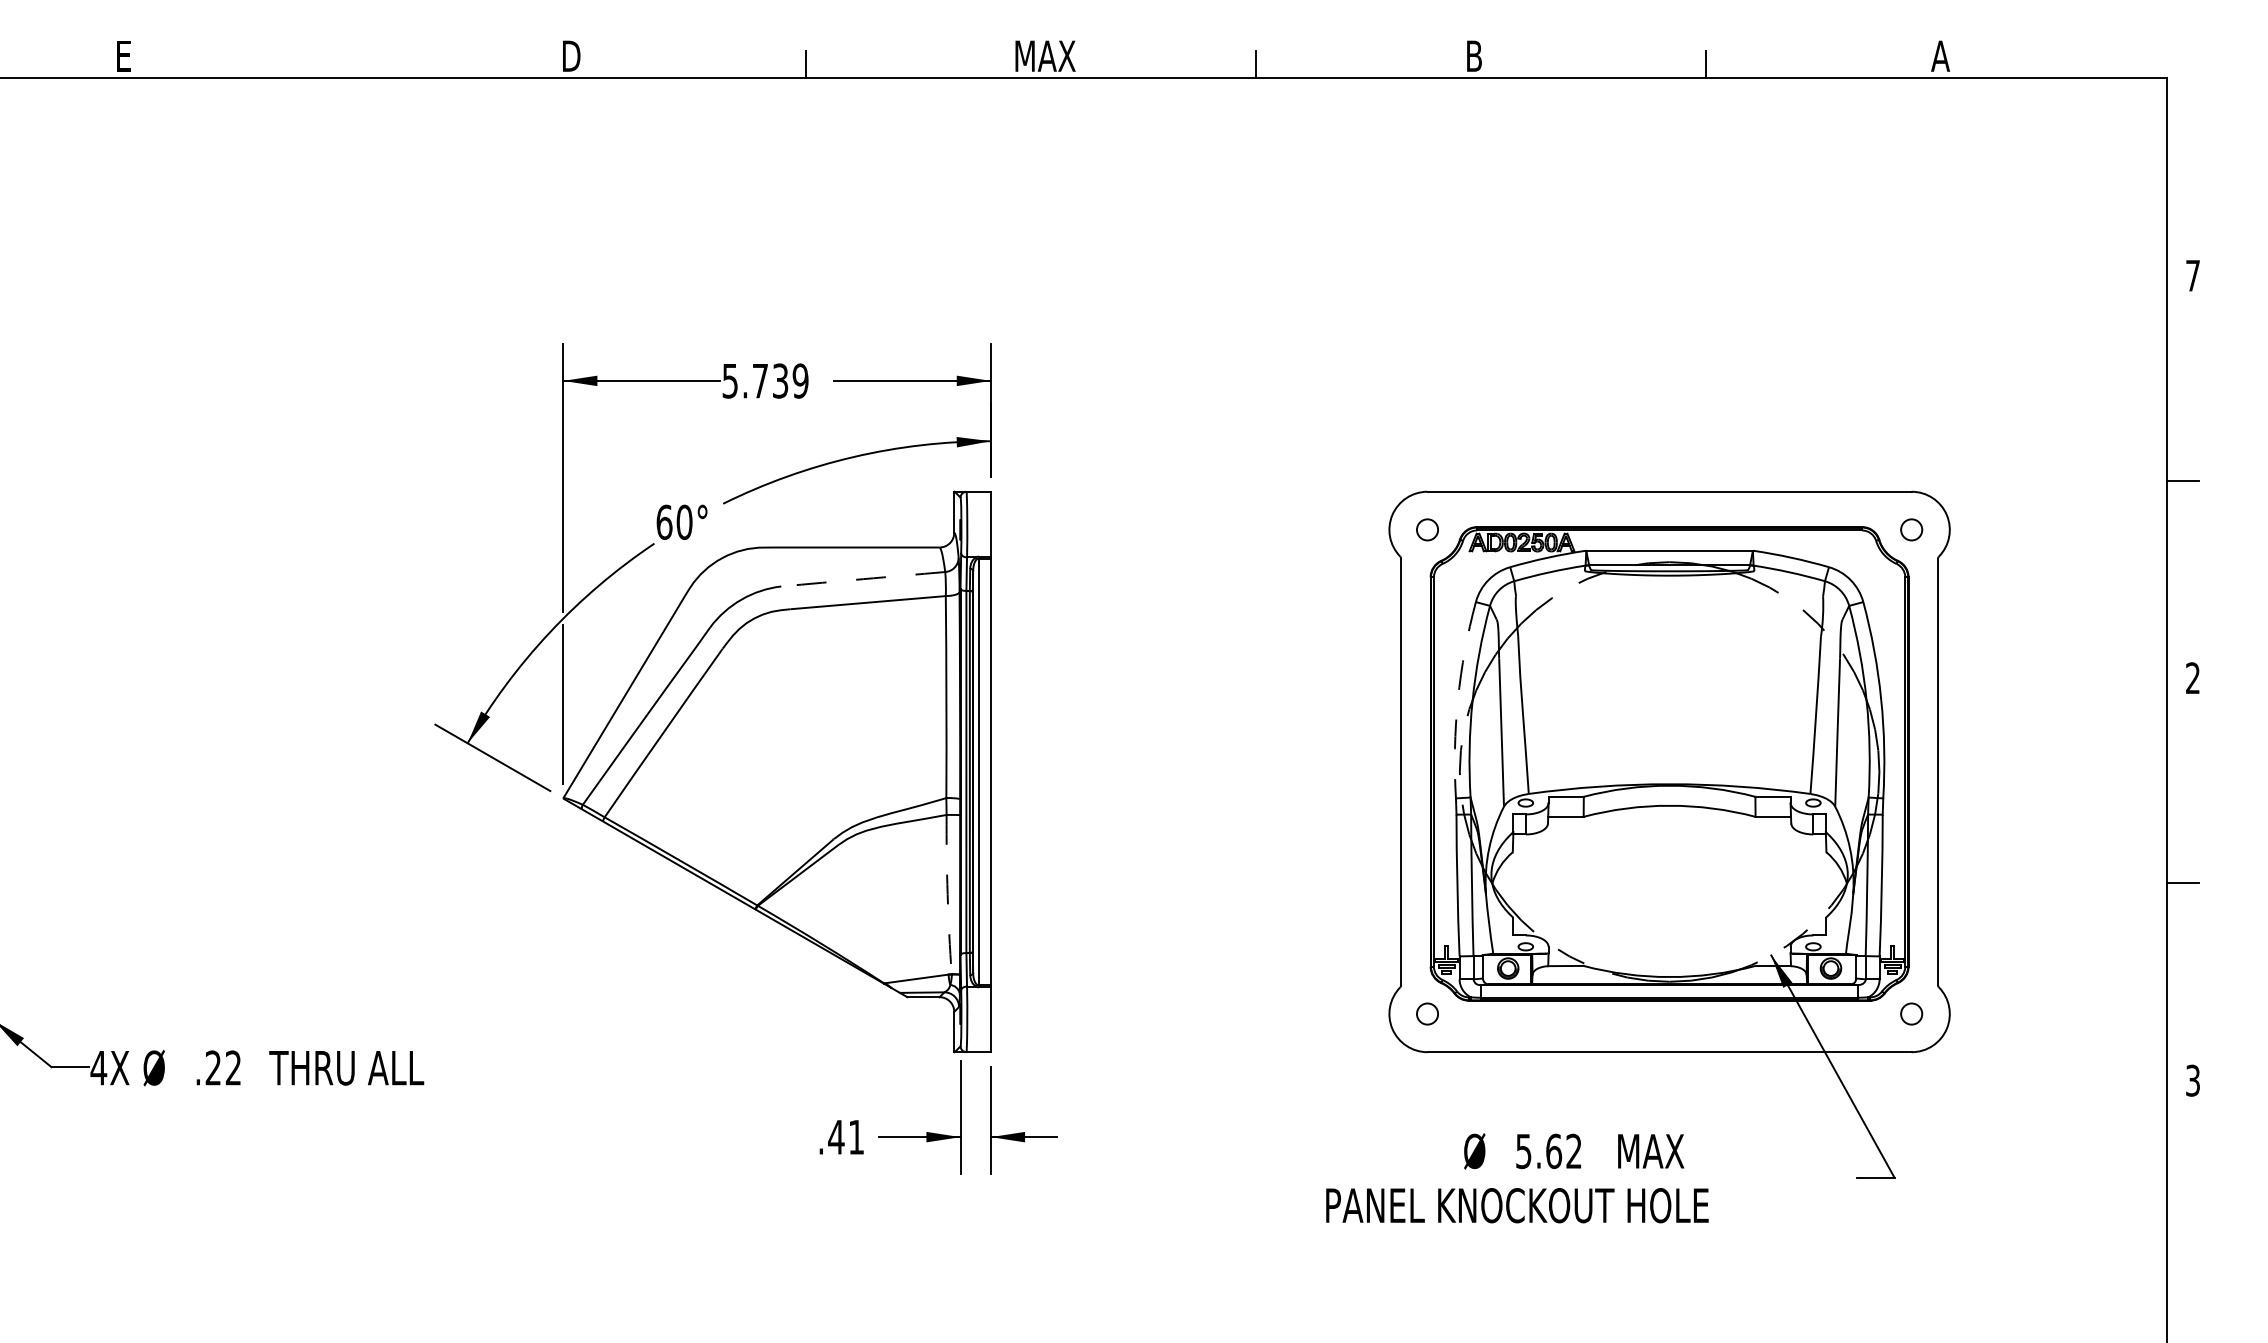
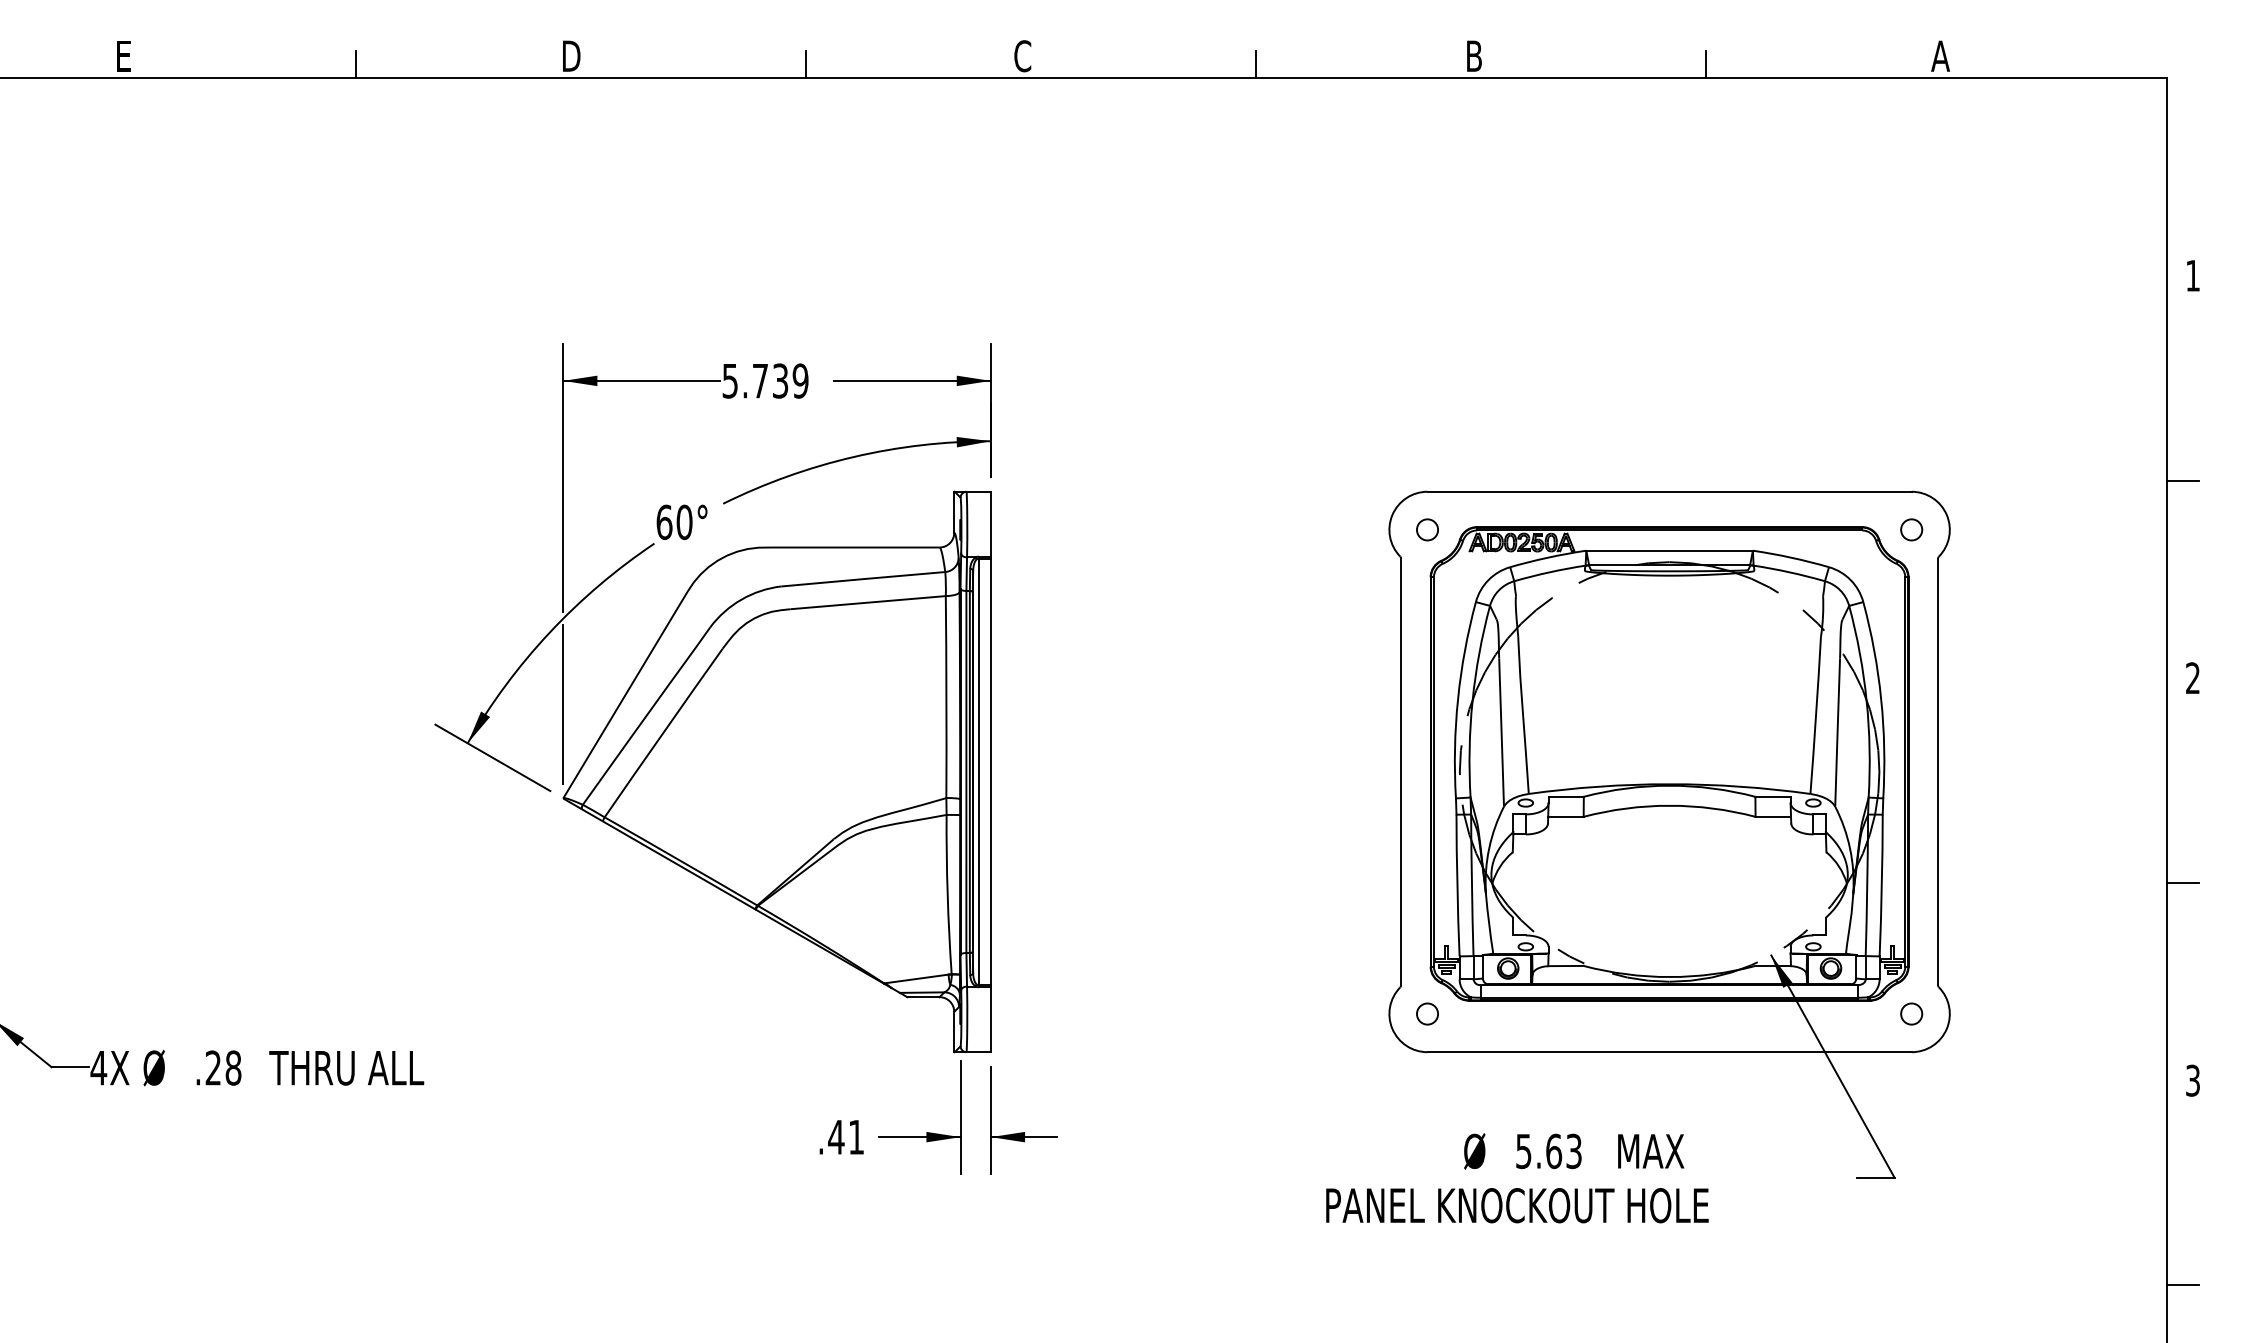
text at (1044, 56): MAX -> C
line at (355, 64): none -> present
text at (2192, 275): 7 -> 1
arc at (863, 579): dashed -> solid
arc at (1458, 699): dashed -> solid
arc at (947, 894): dashed -> solid
text at (233, 1067): .22 -> .28
text at (1573, 1151): 5.62 -> 5.63
line at (2183, 1285): none -> present
